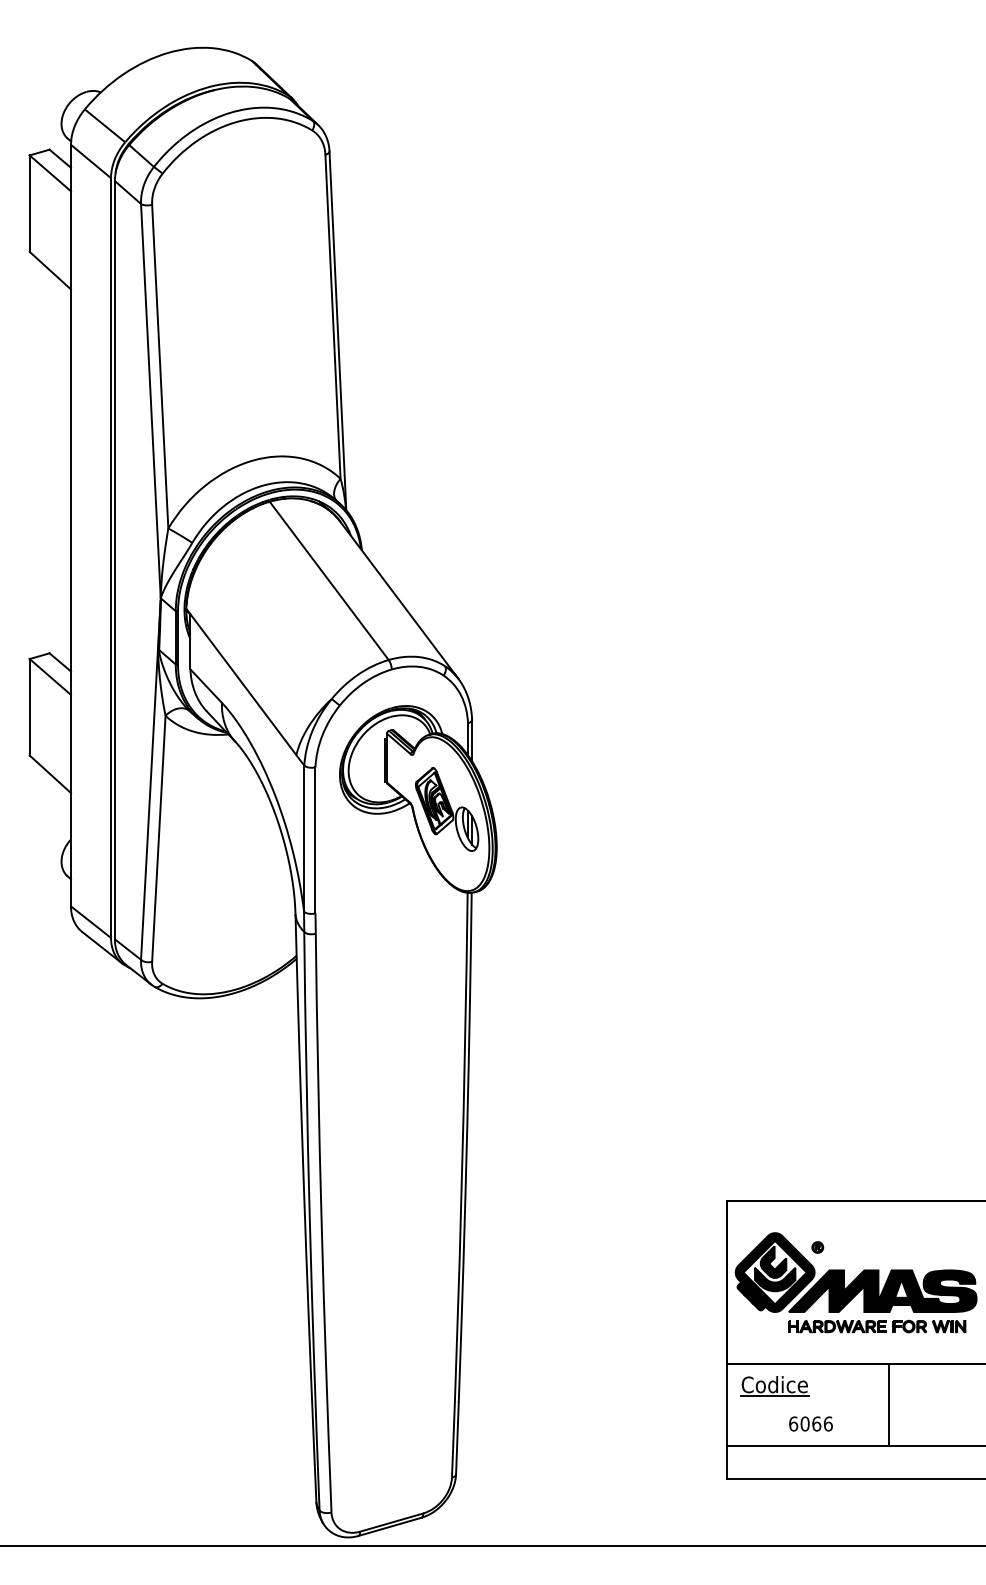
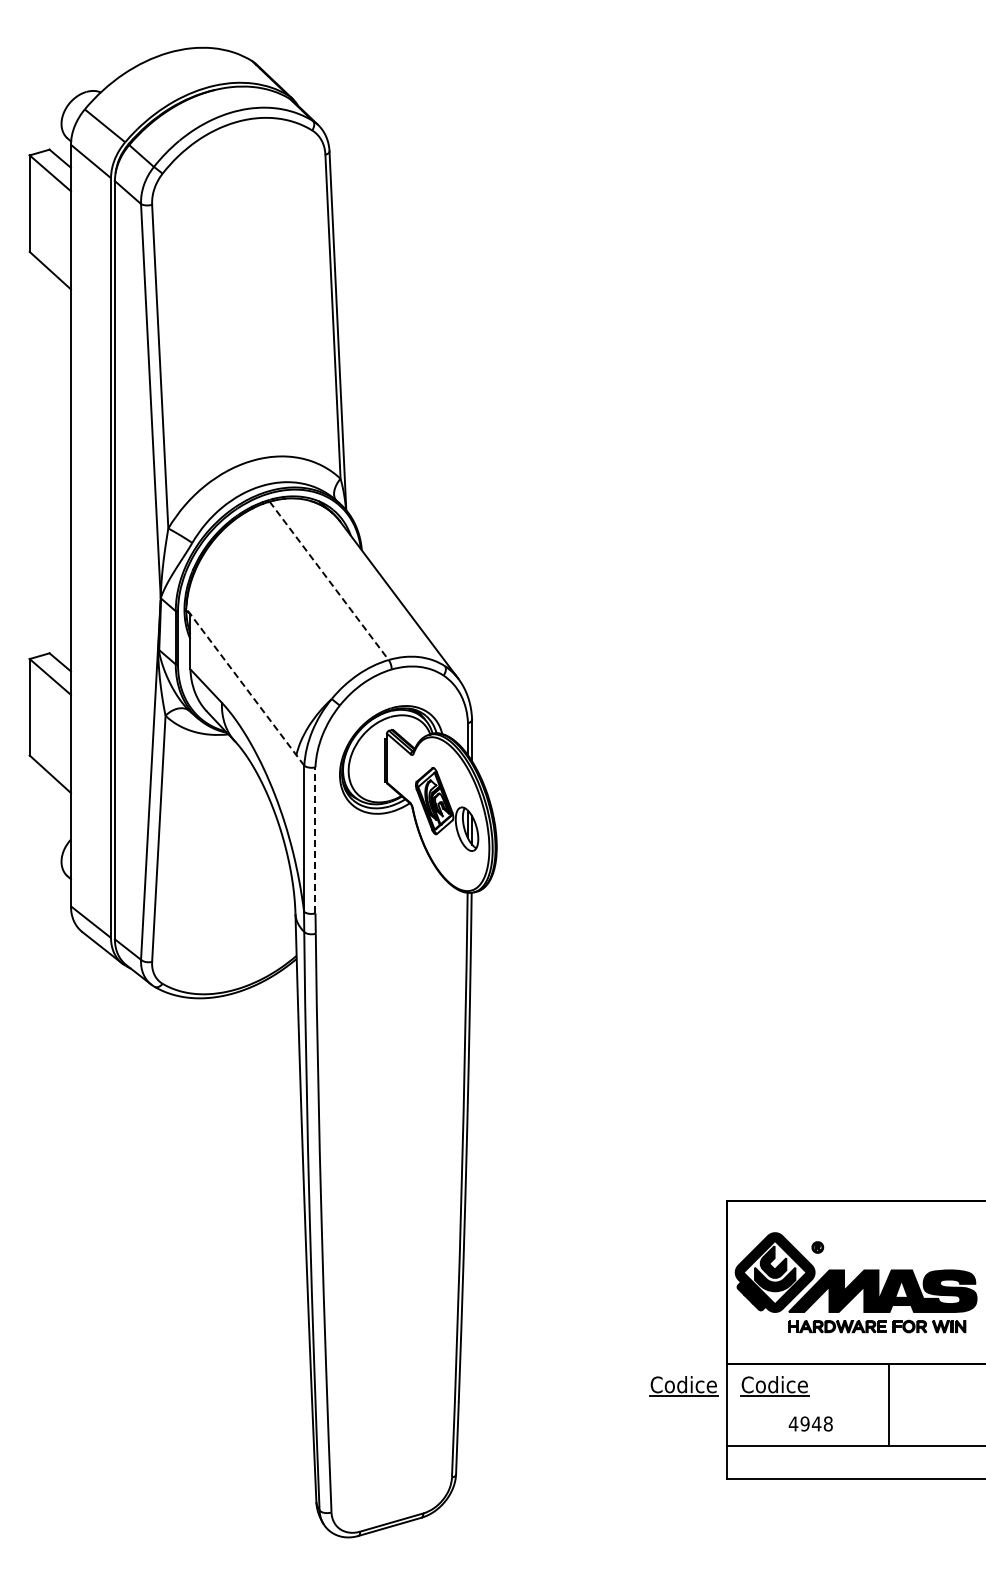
line at (329, 581): solid -> dashed
line at (245, 686): solid -> dashed
line at (315, 839): solid -> dashed
part at (683, 1386): none -> present
text at (810, 1423): 6066 -> 4948
line at (492, 1546): present -> none
